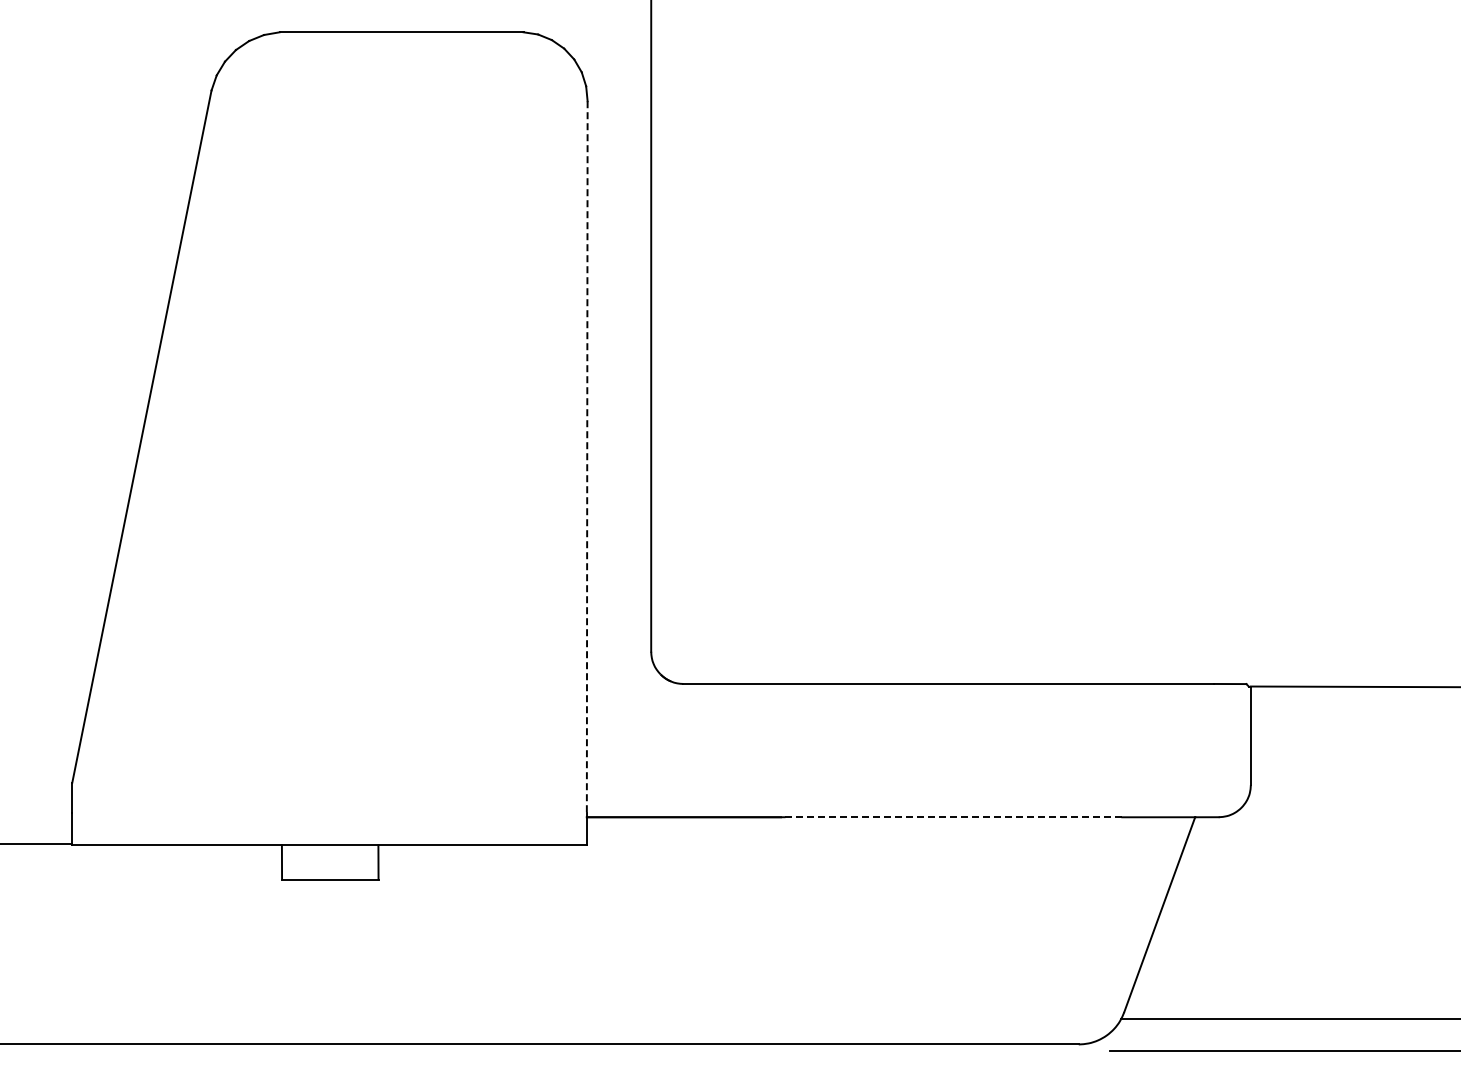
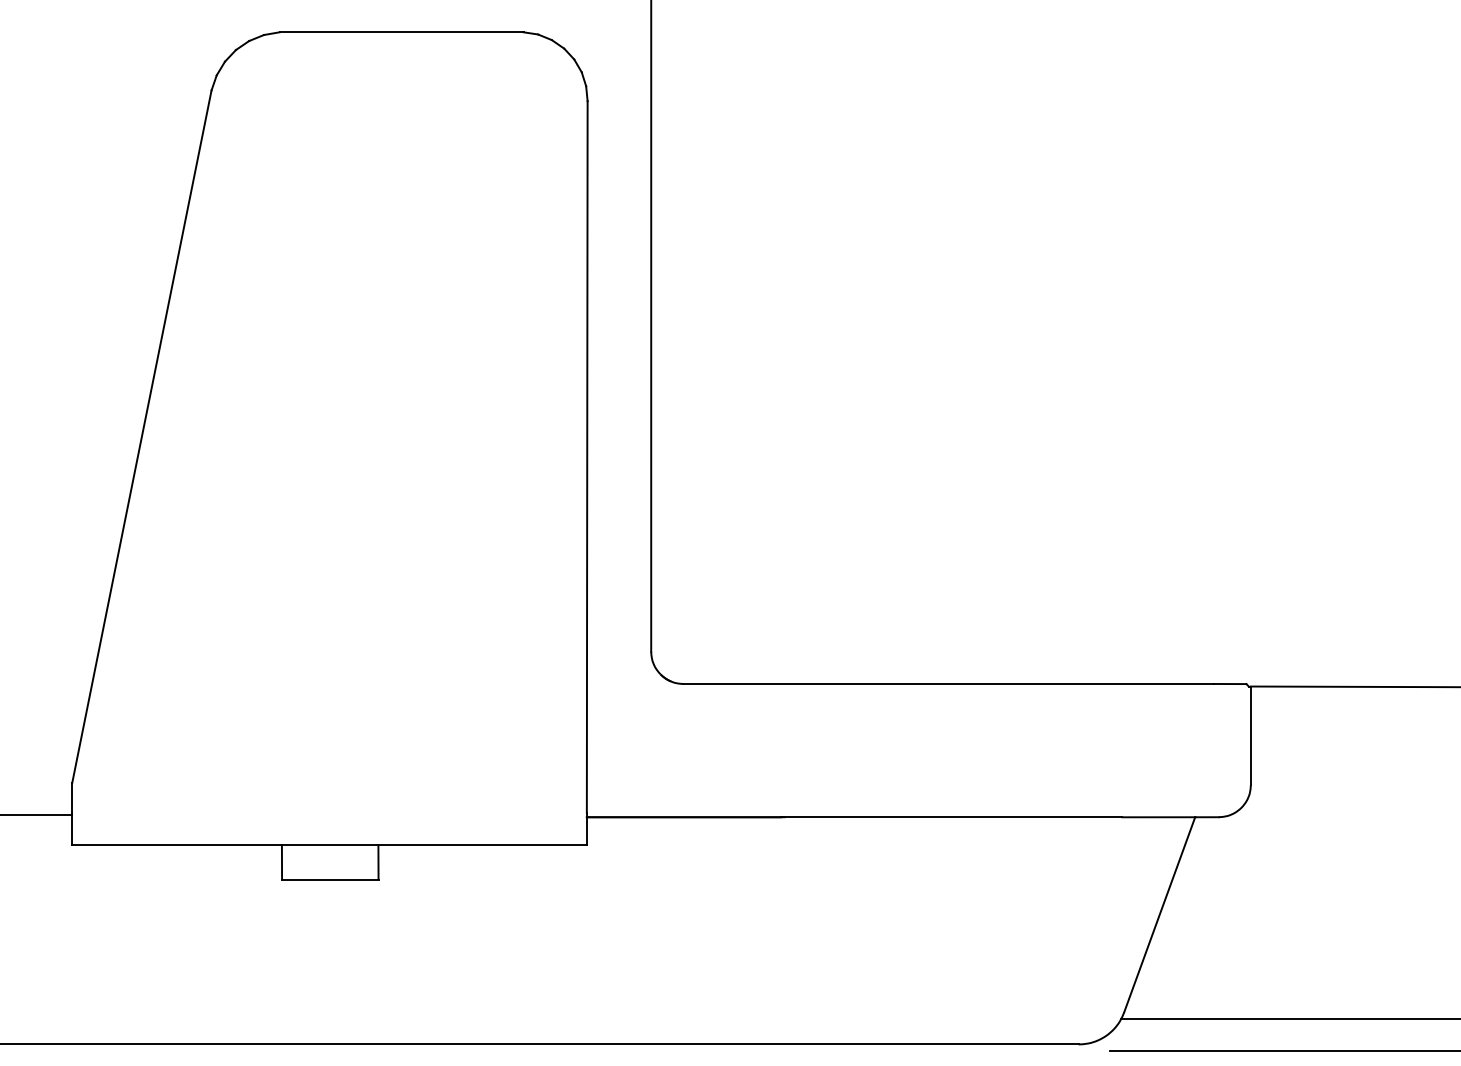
line at (587, 456): dashed -> solid
line at (951, 817): dashed -> solid
line at (37, 844) position: (37, 844) -> (37, 815)
